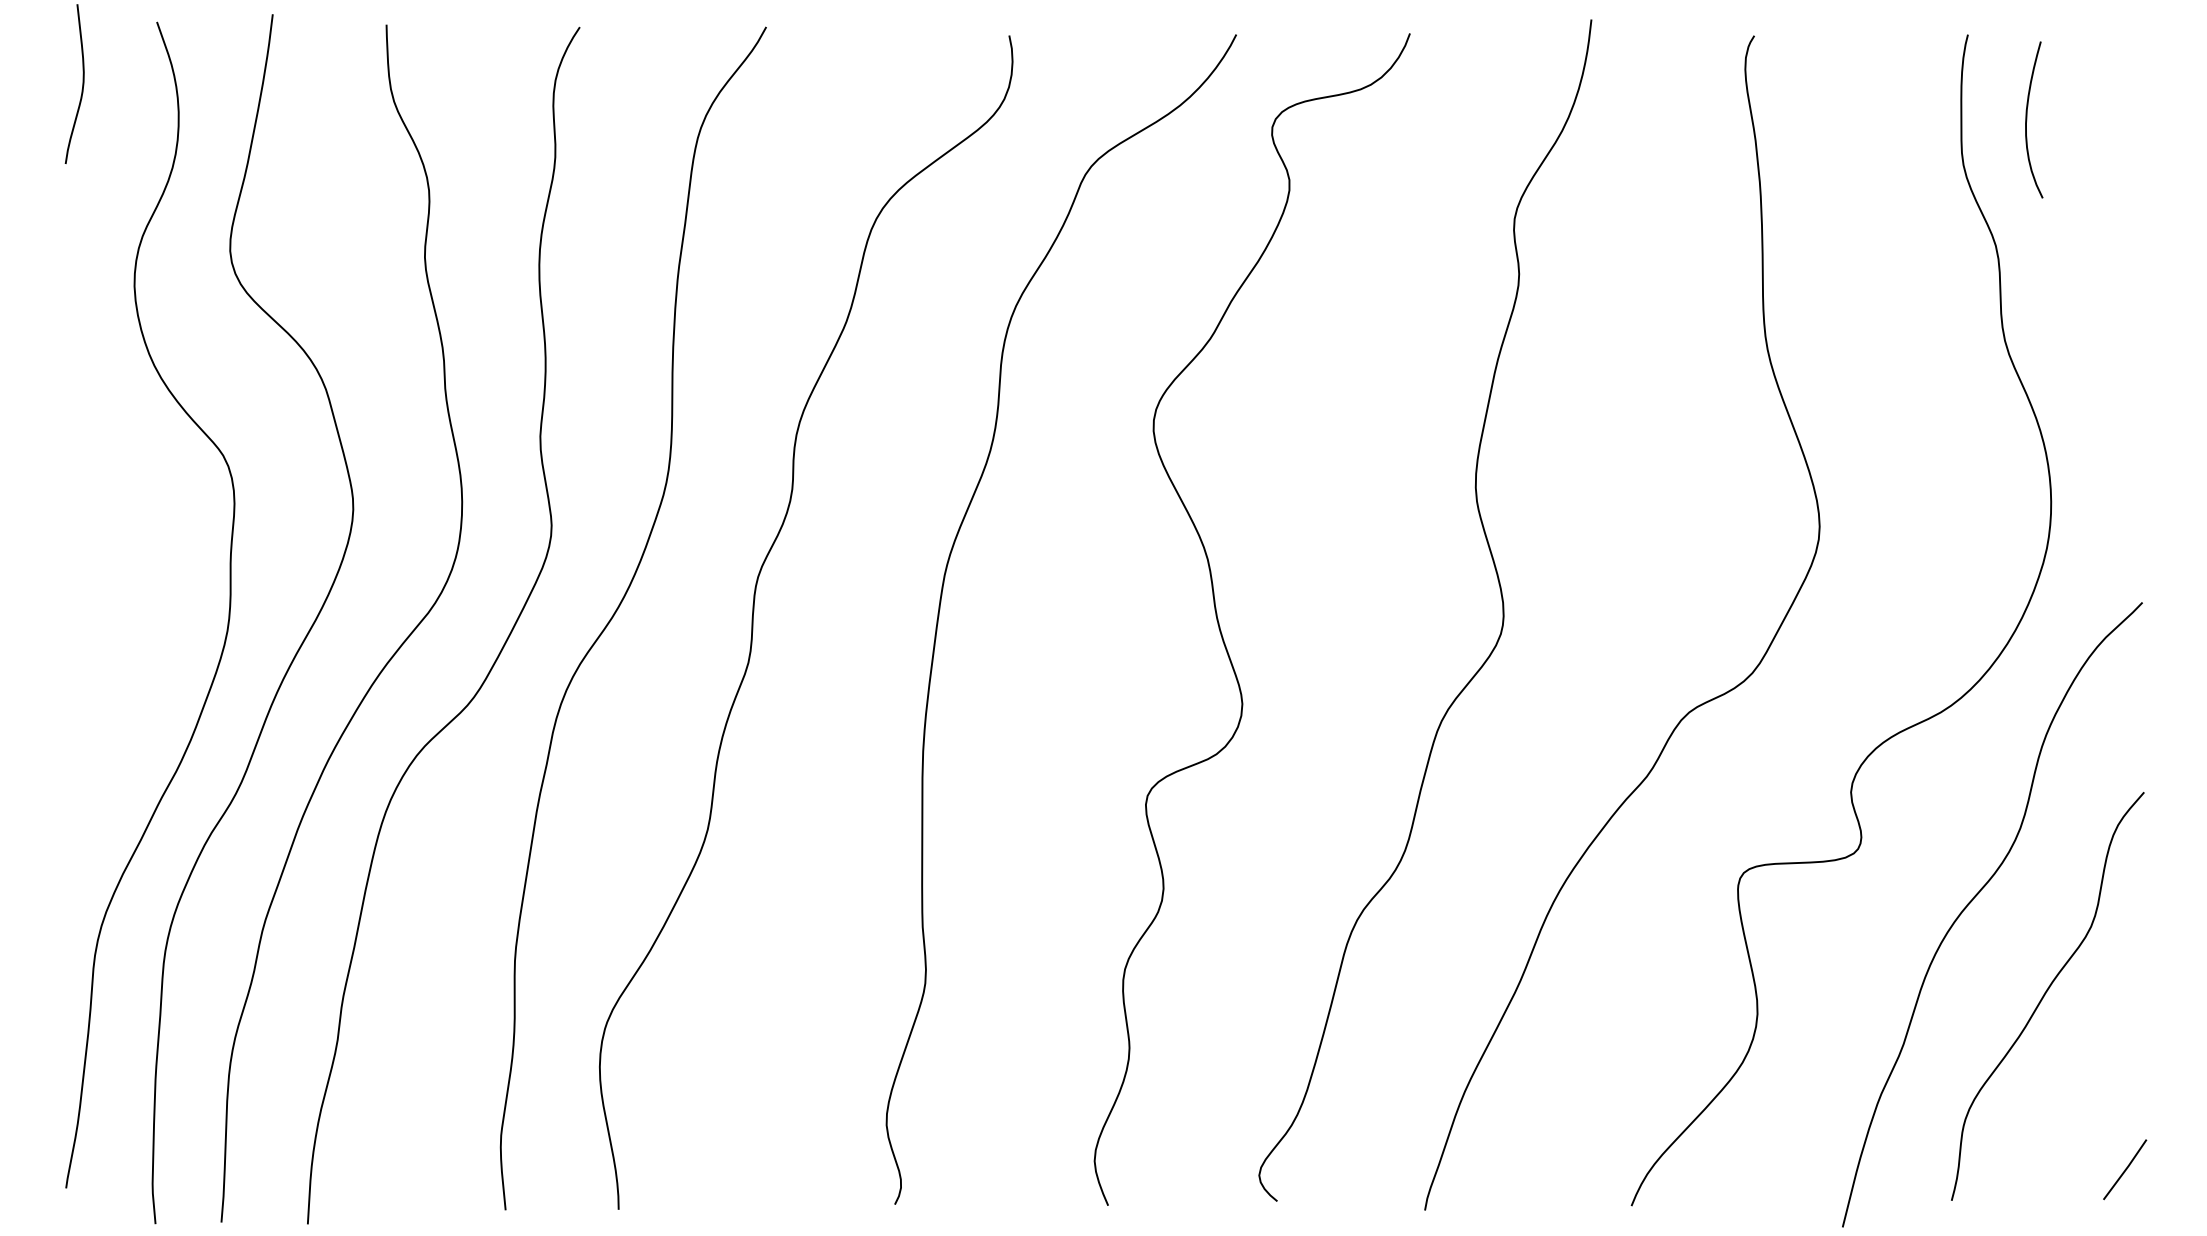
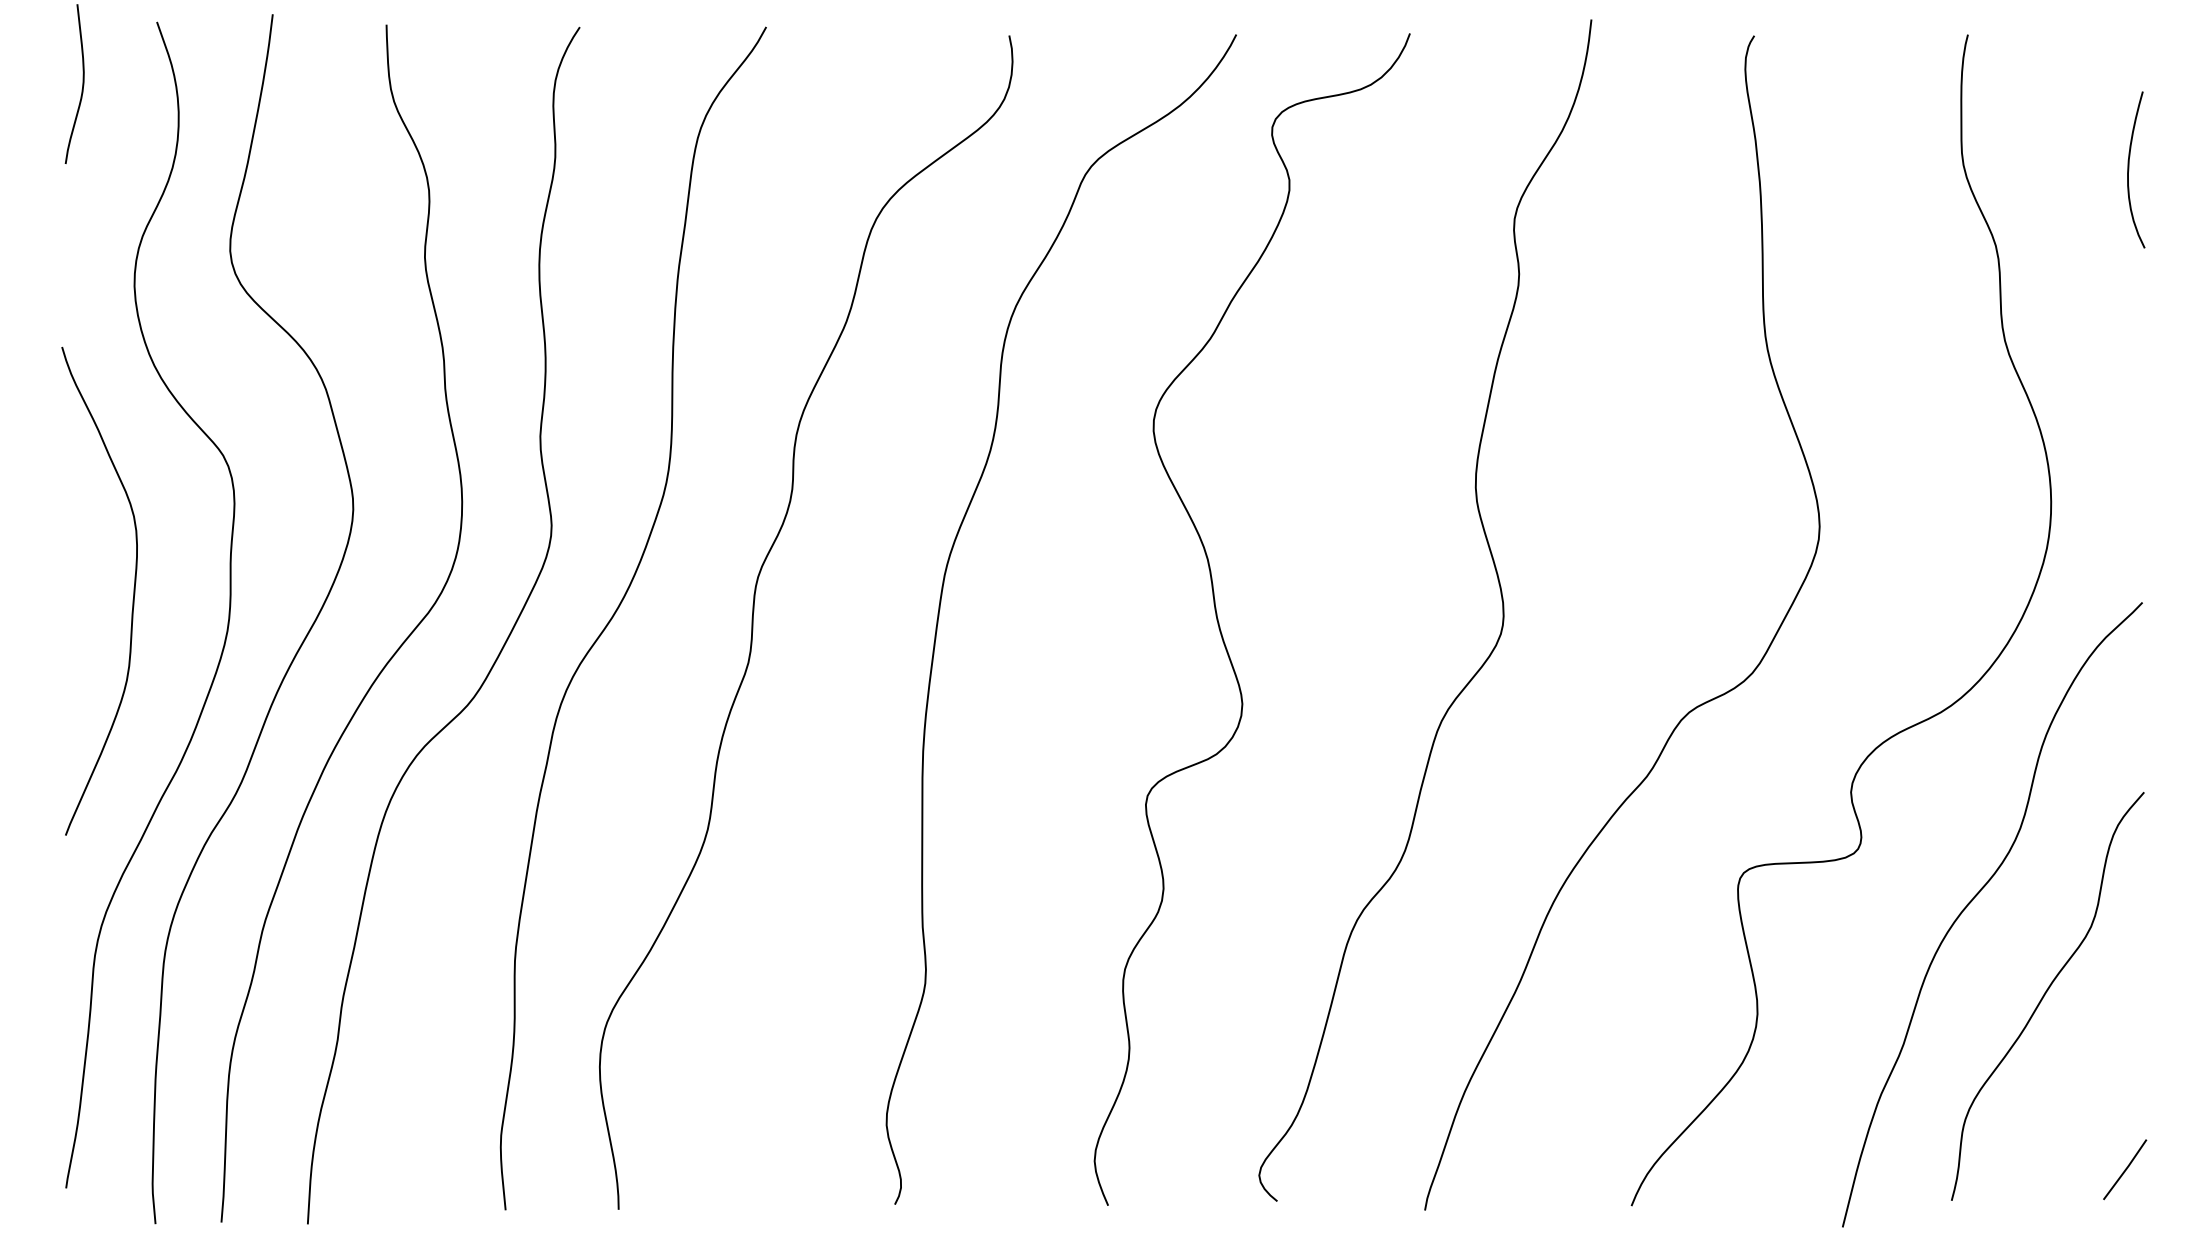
curve at (2027, 119) position: (2027, 119) -> (2129, 169)
curve at (133, 590): none -> present
